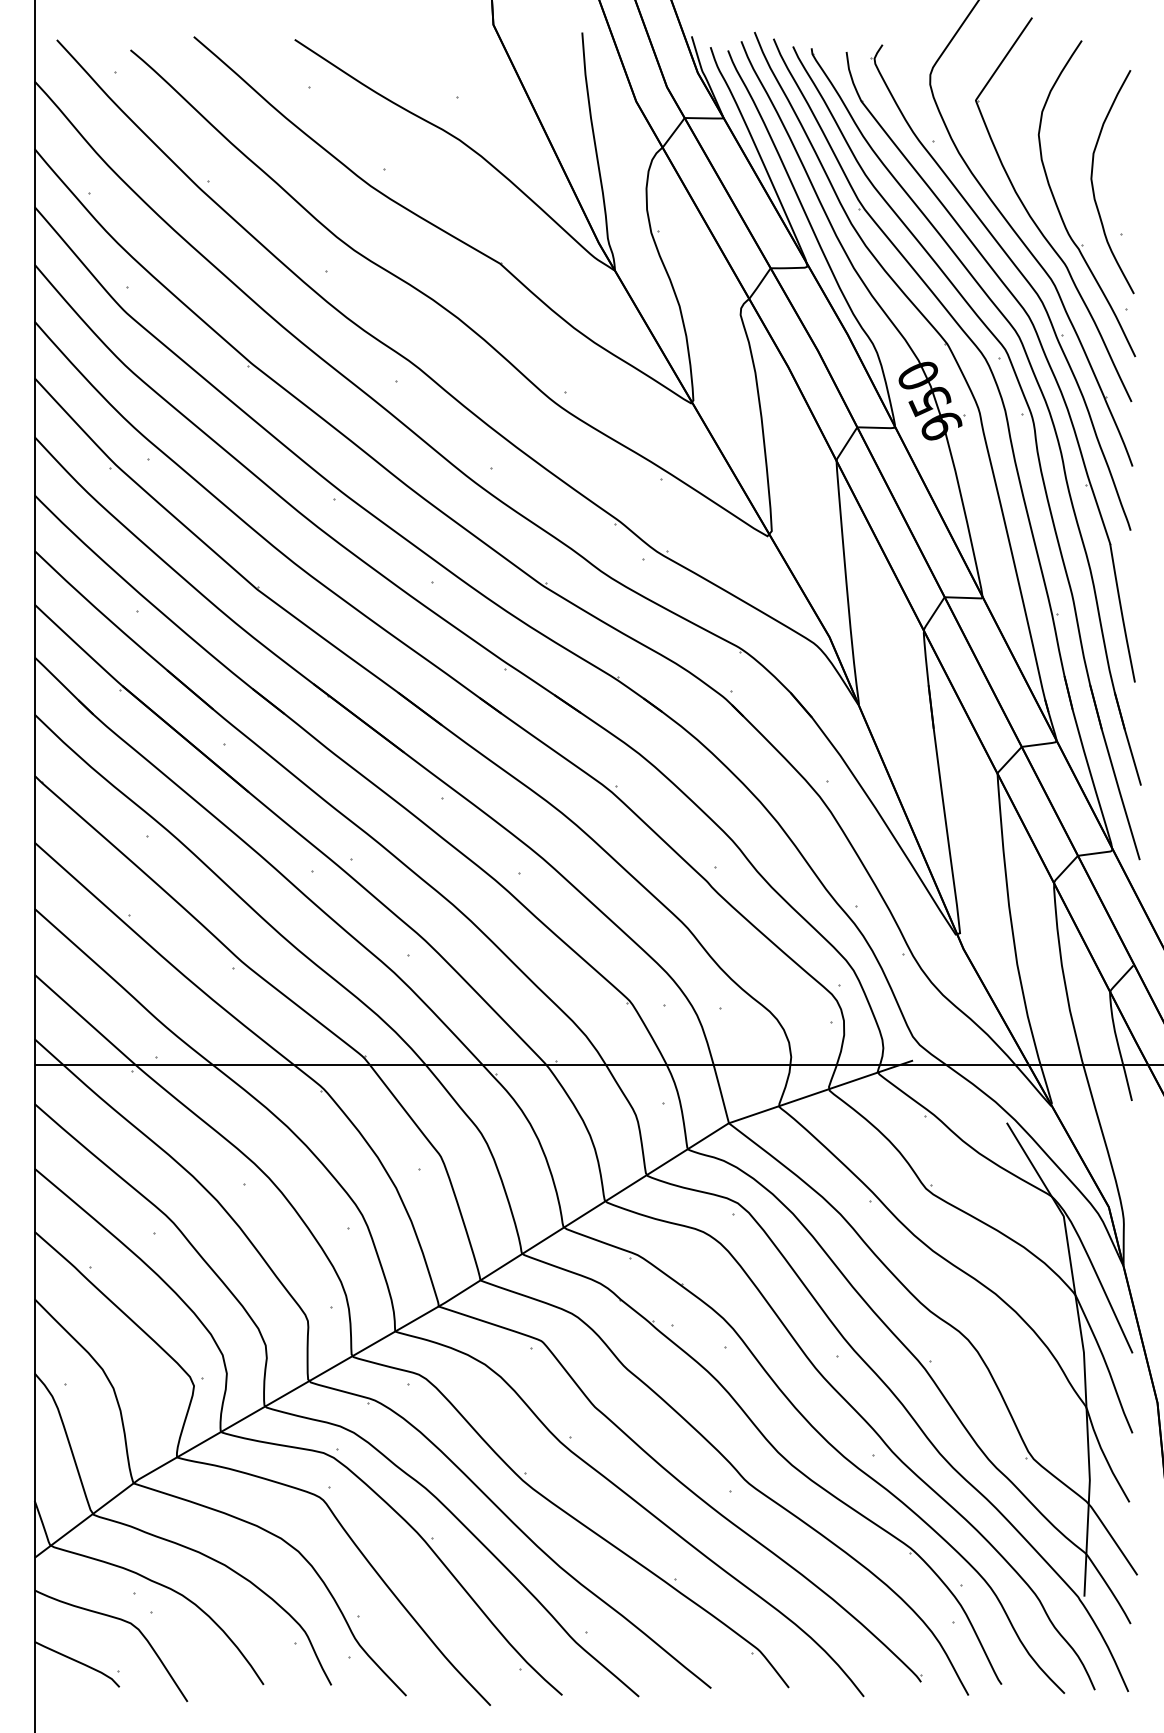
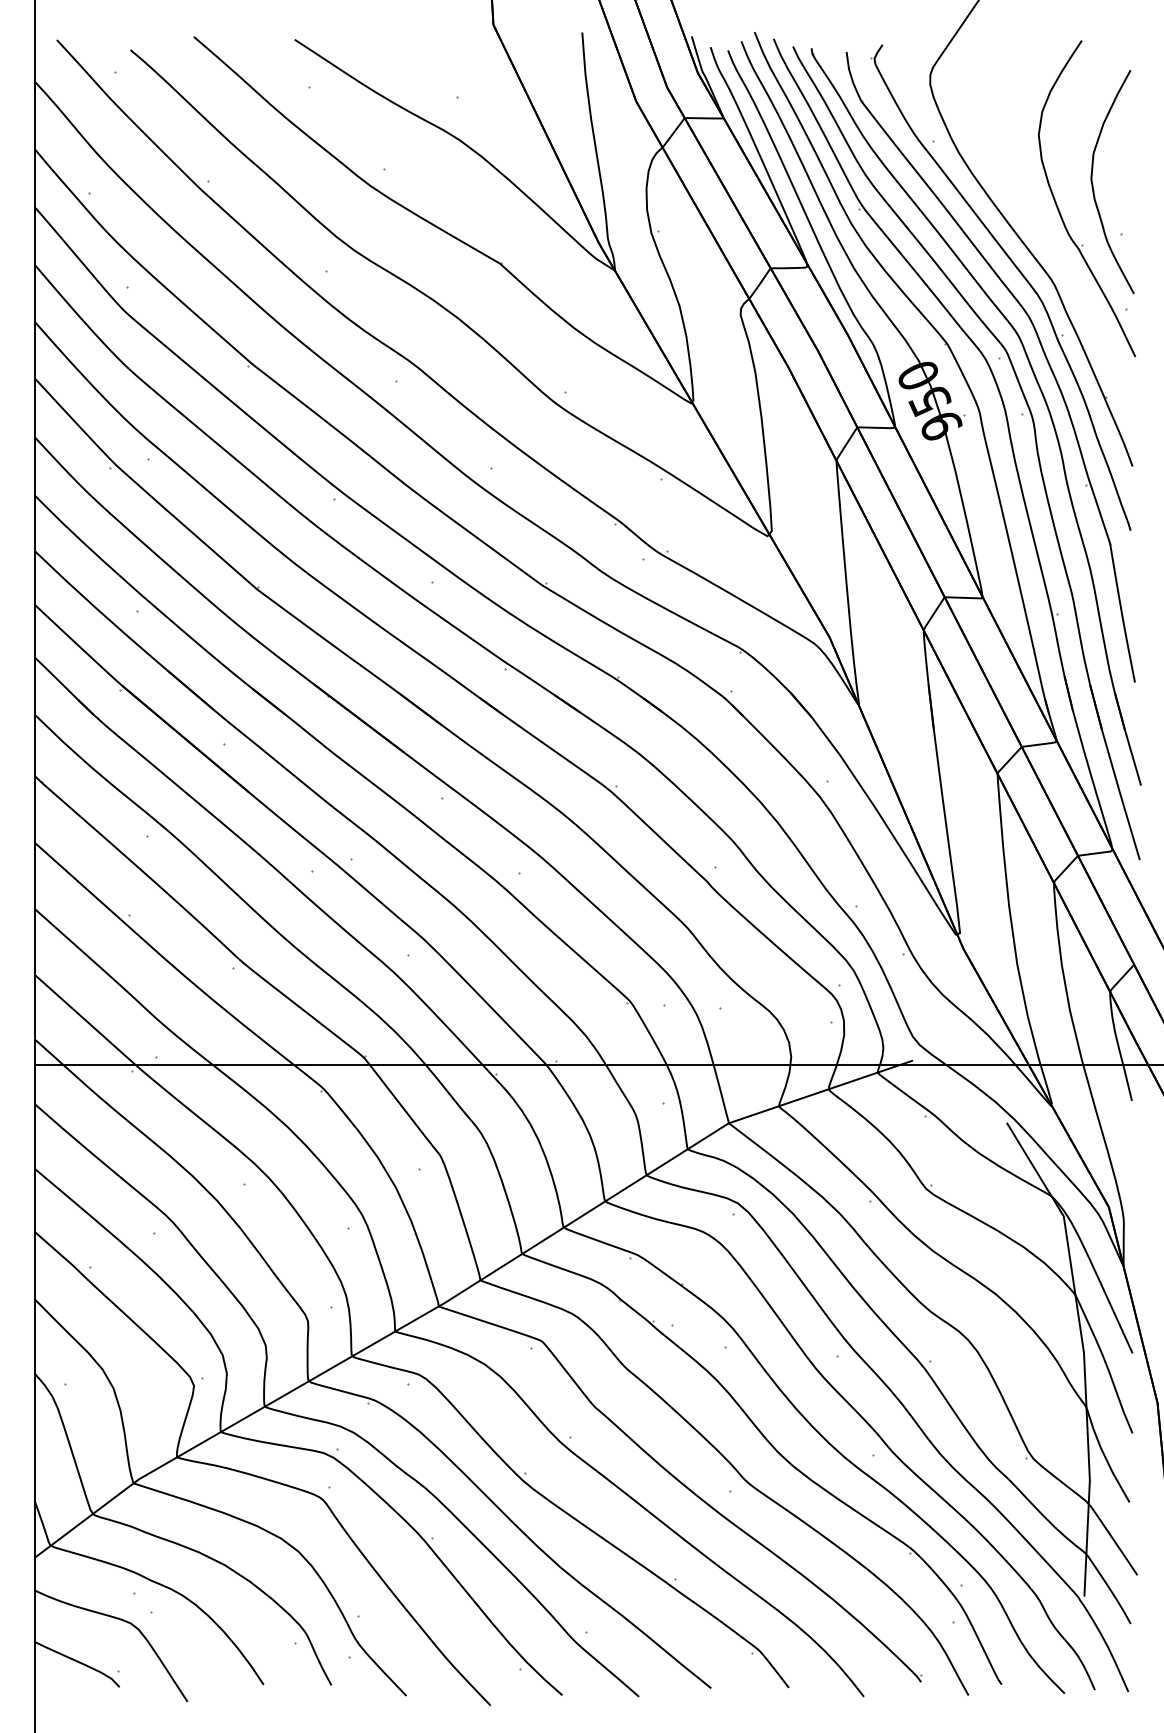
part at (1034, 220): present -> none
